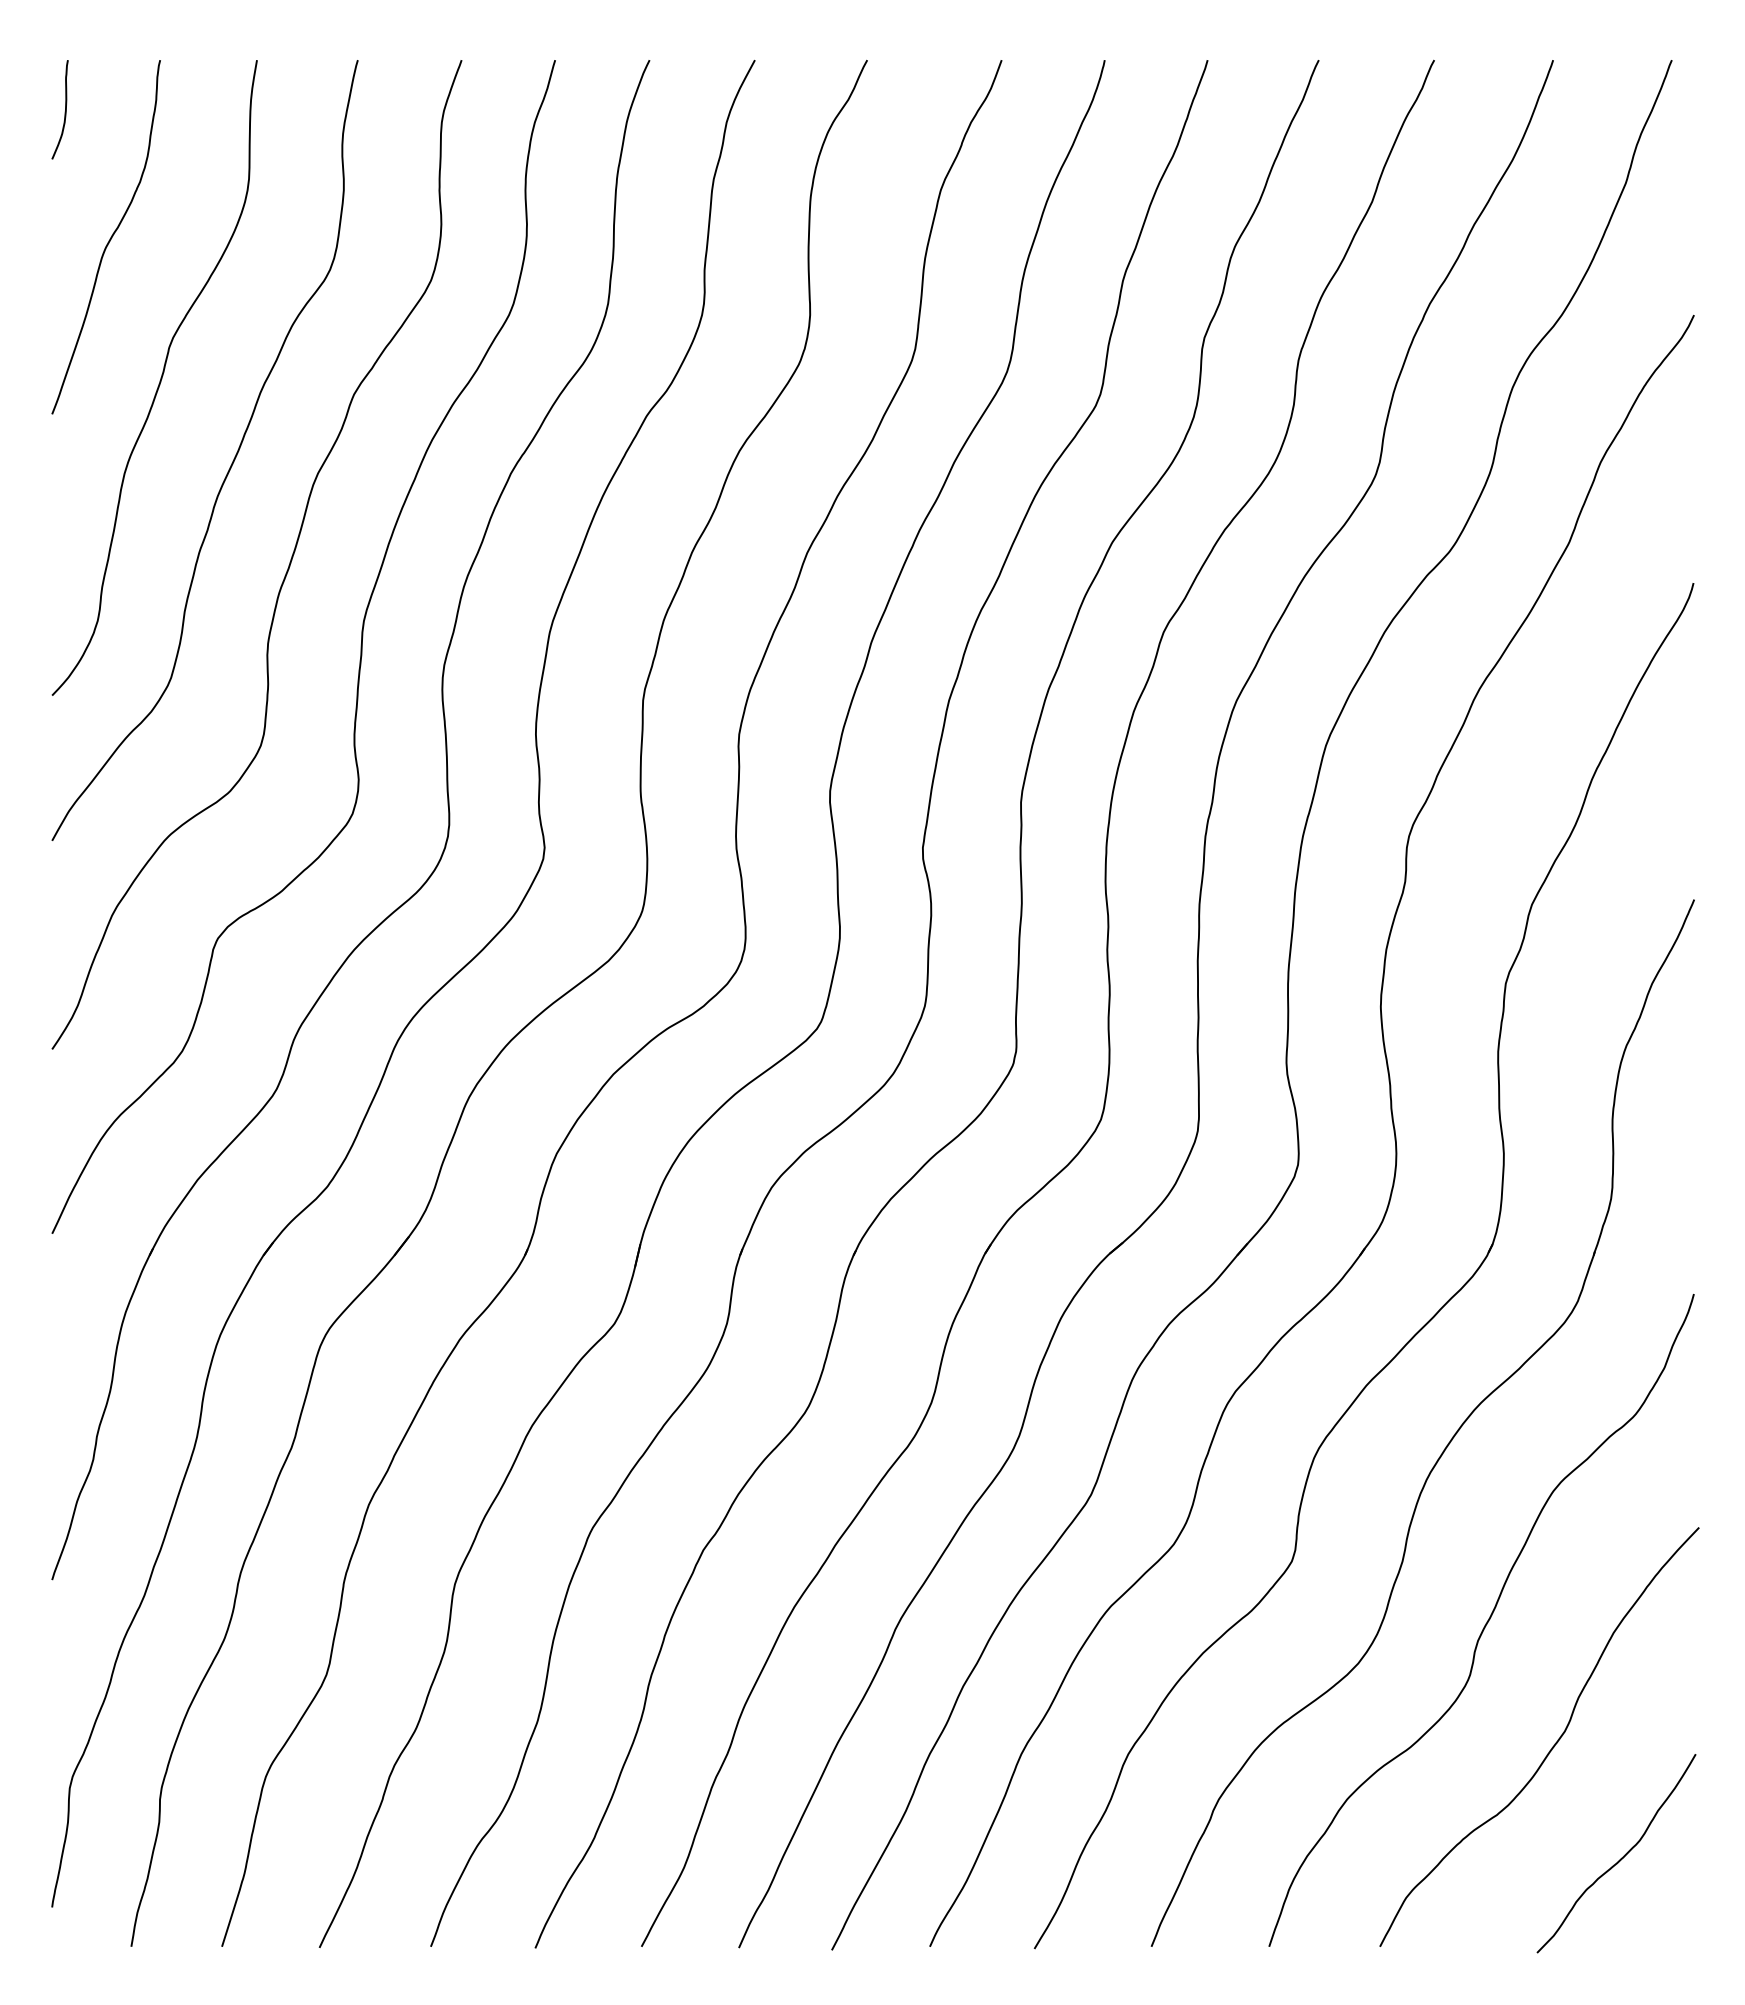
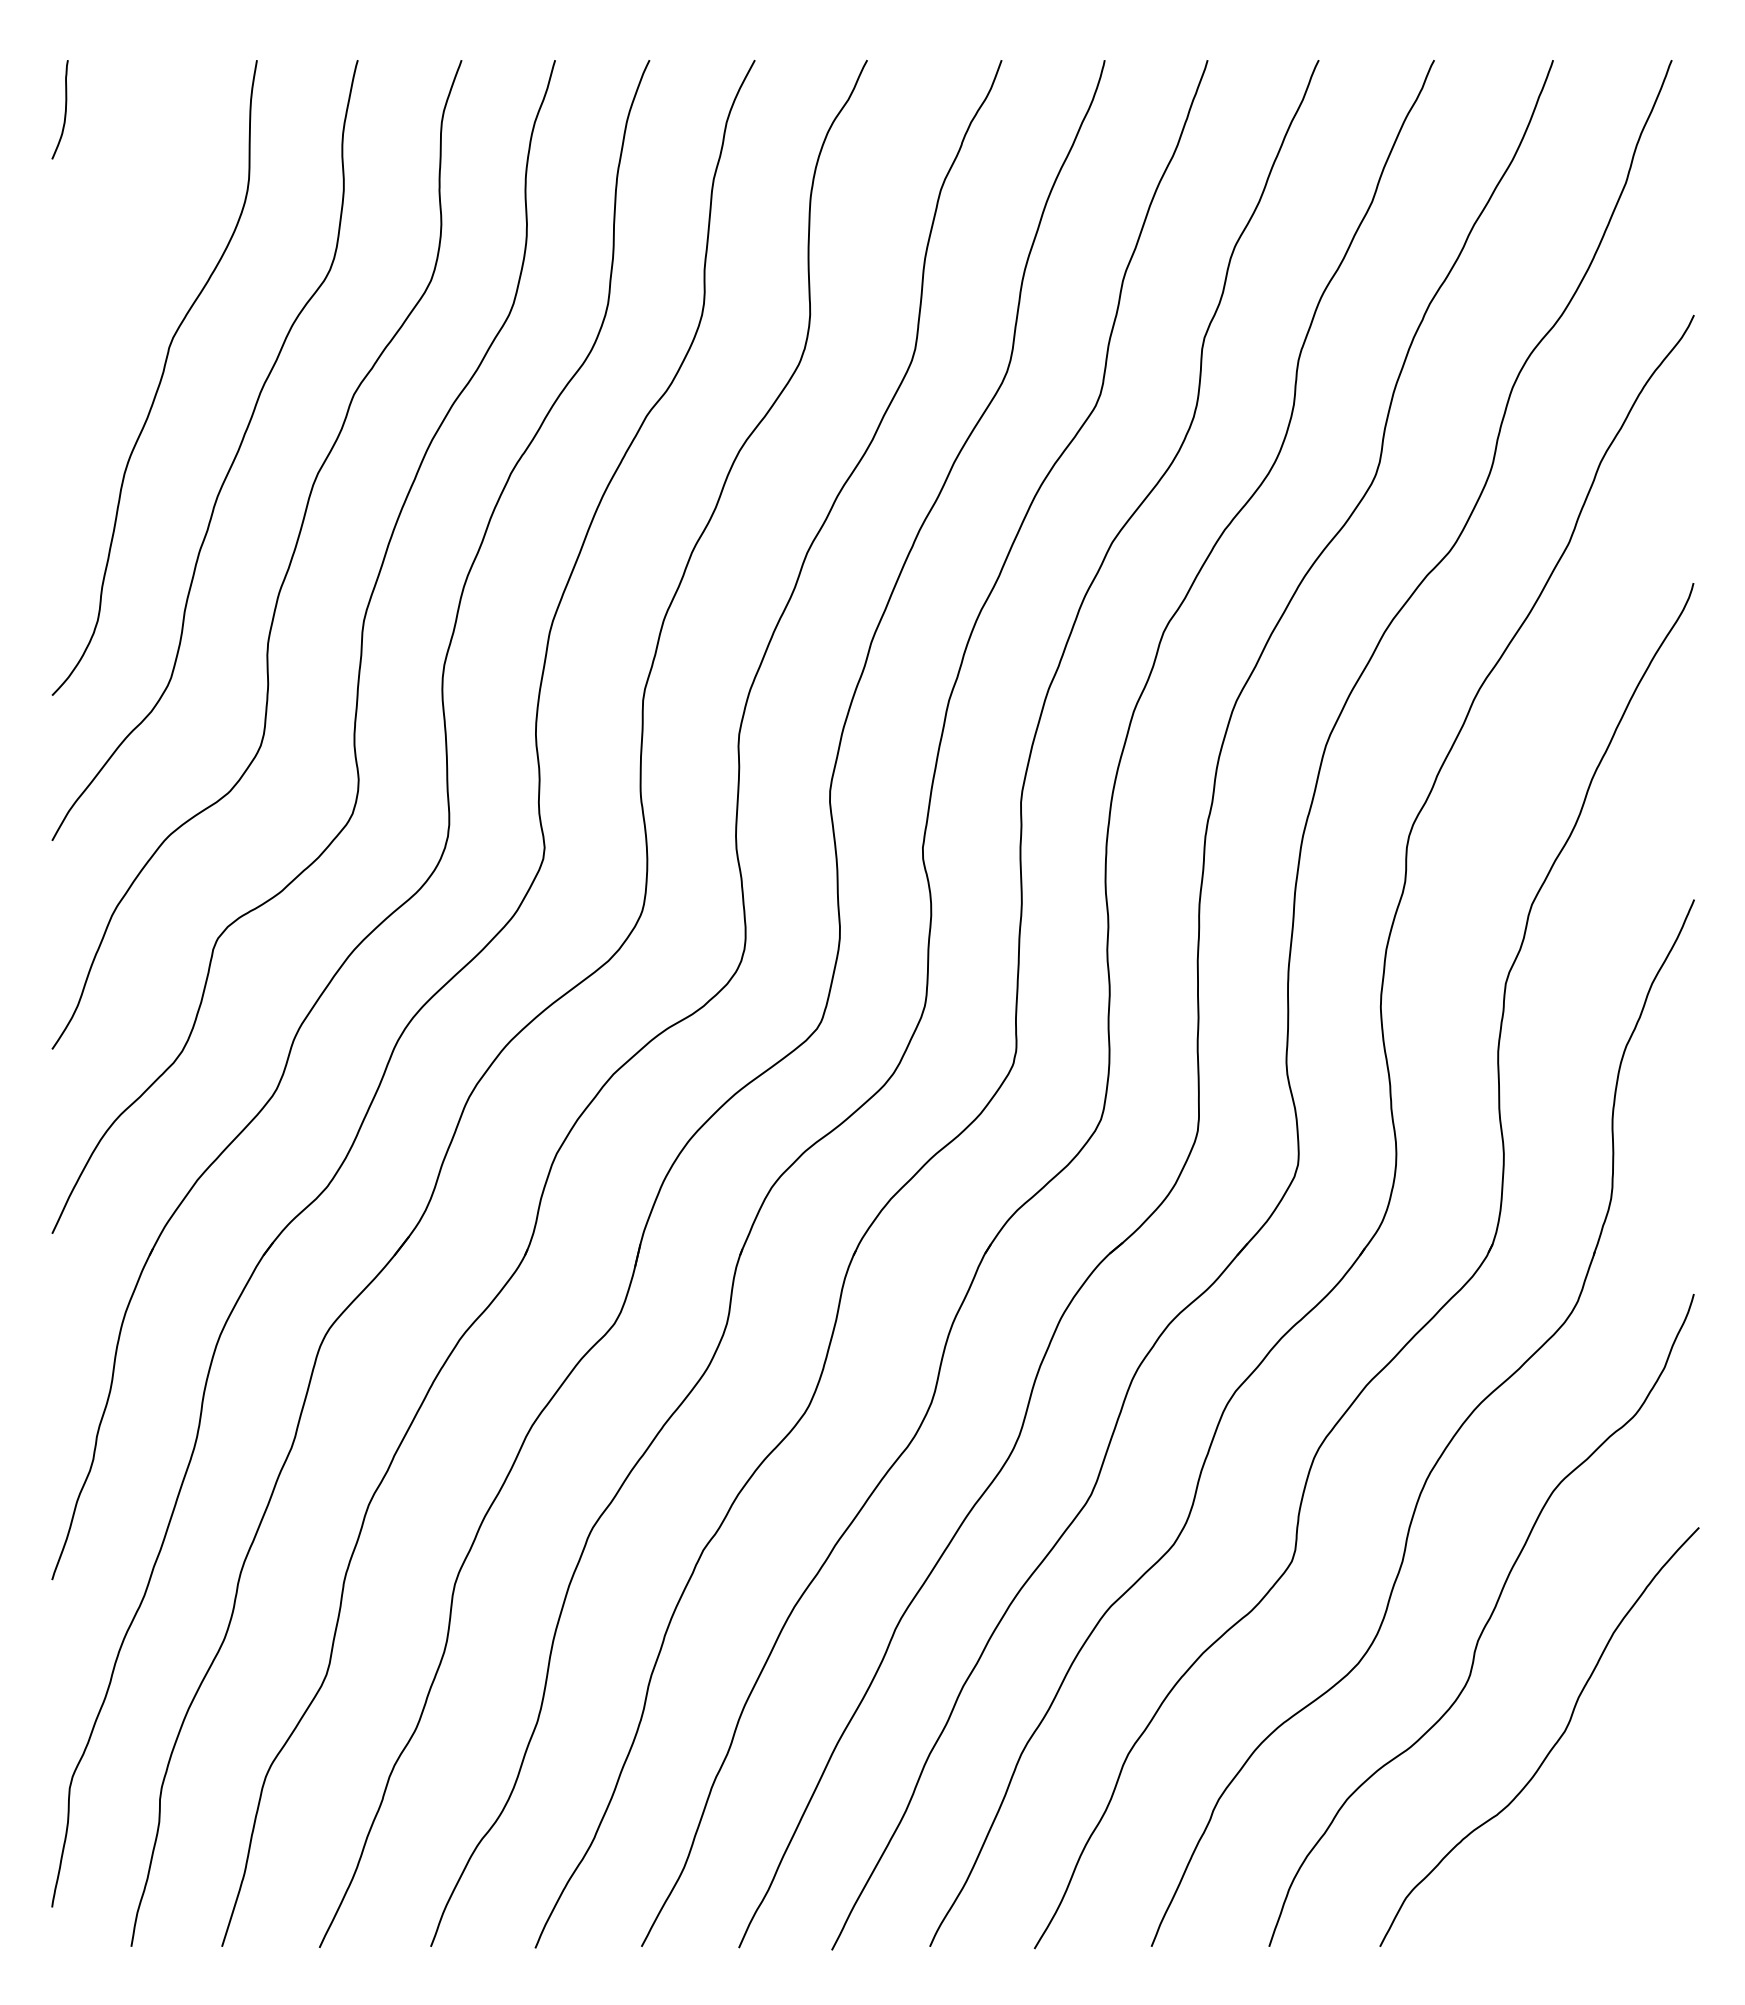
curve at (109, 238): present -> none
curve at (1621, 1857): present -> none
